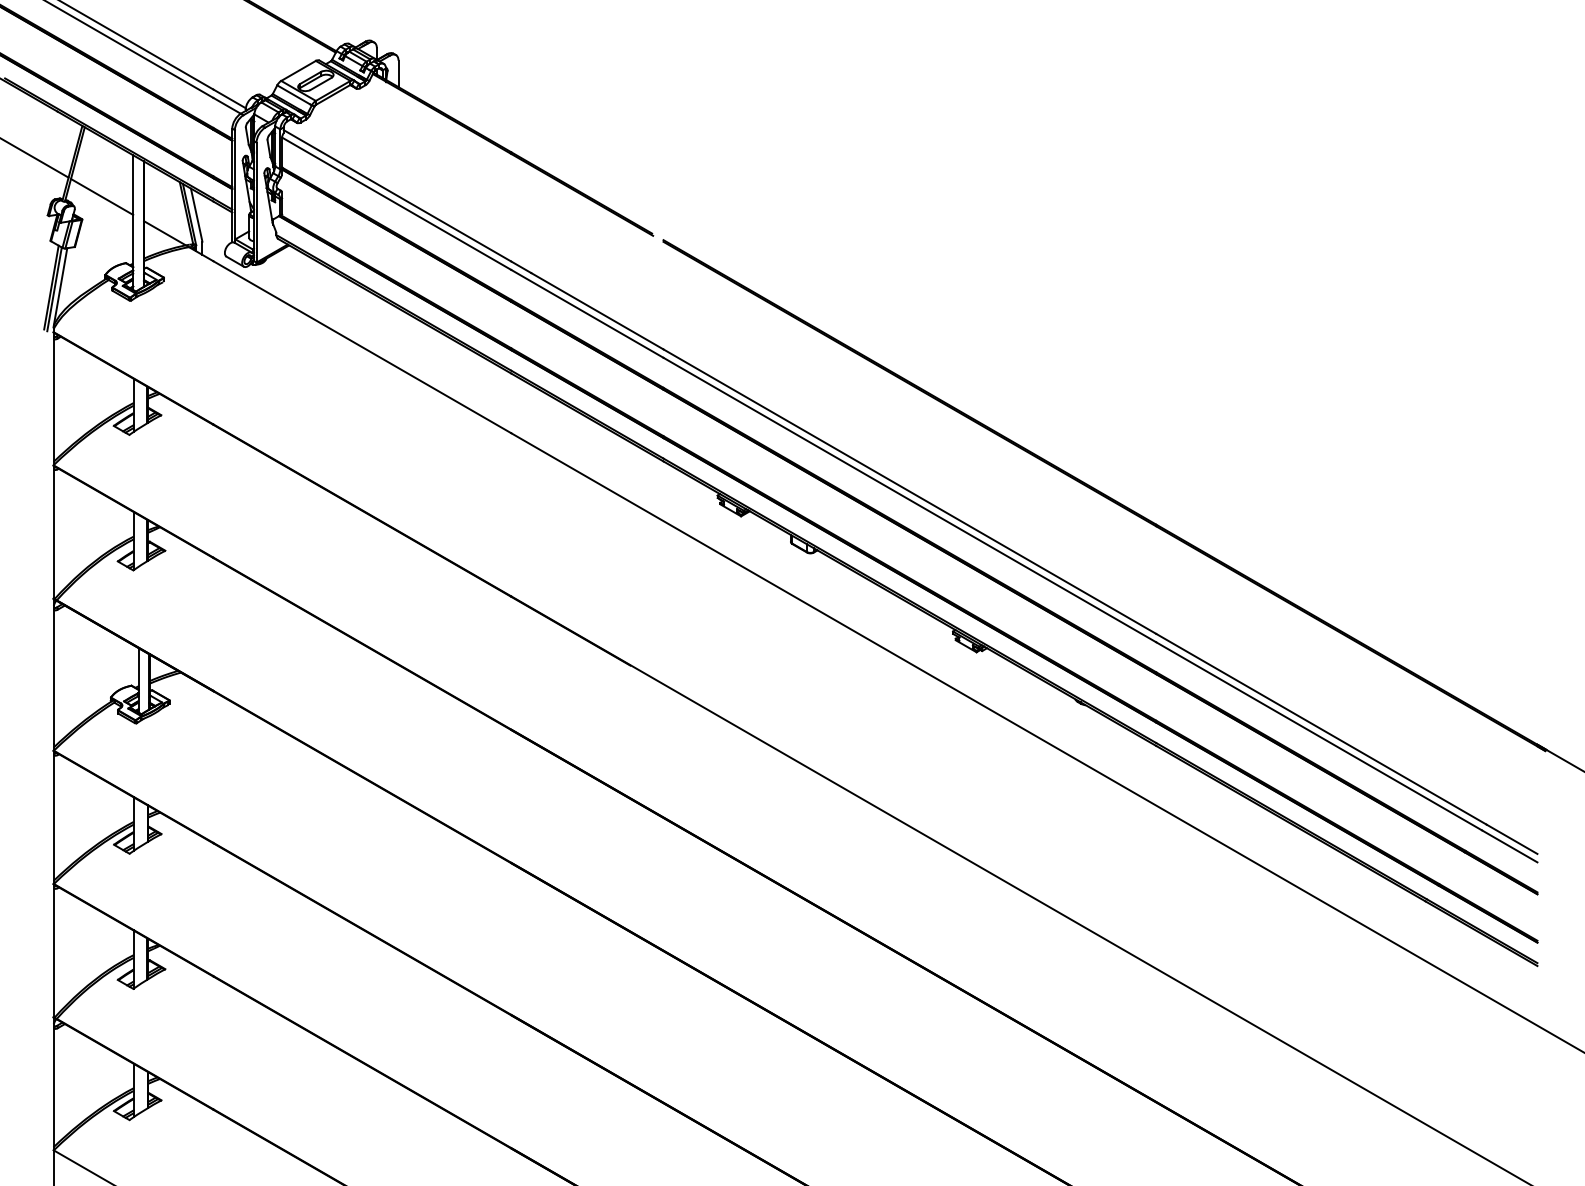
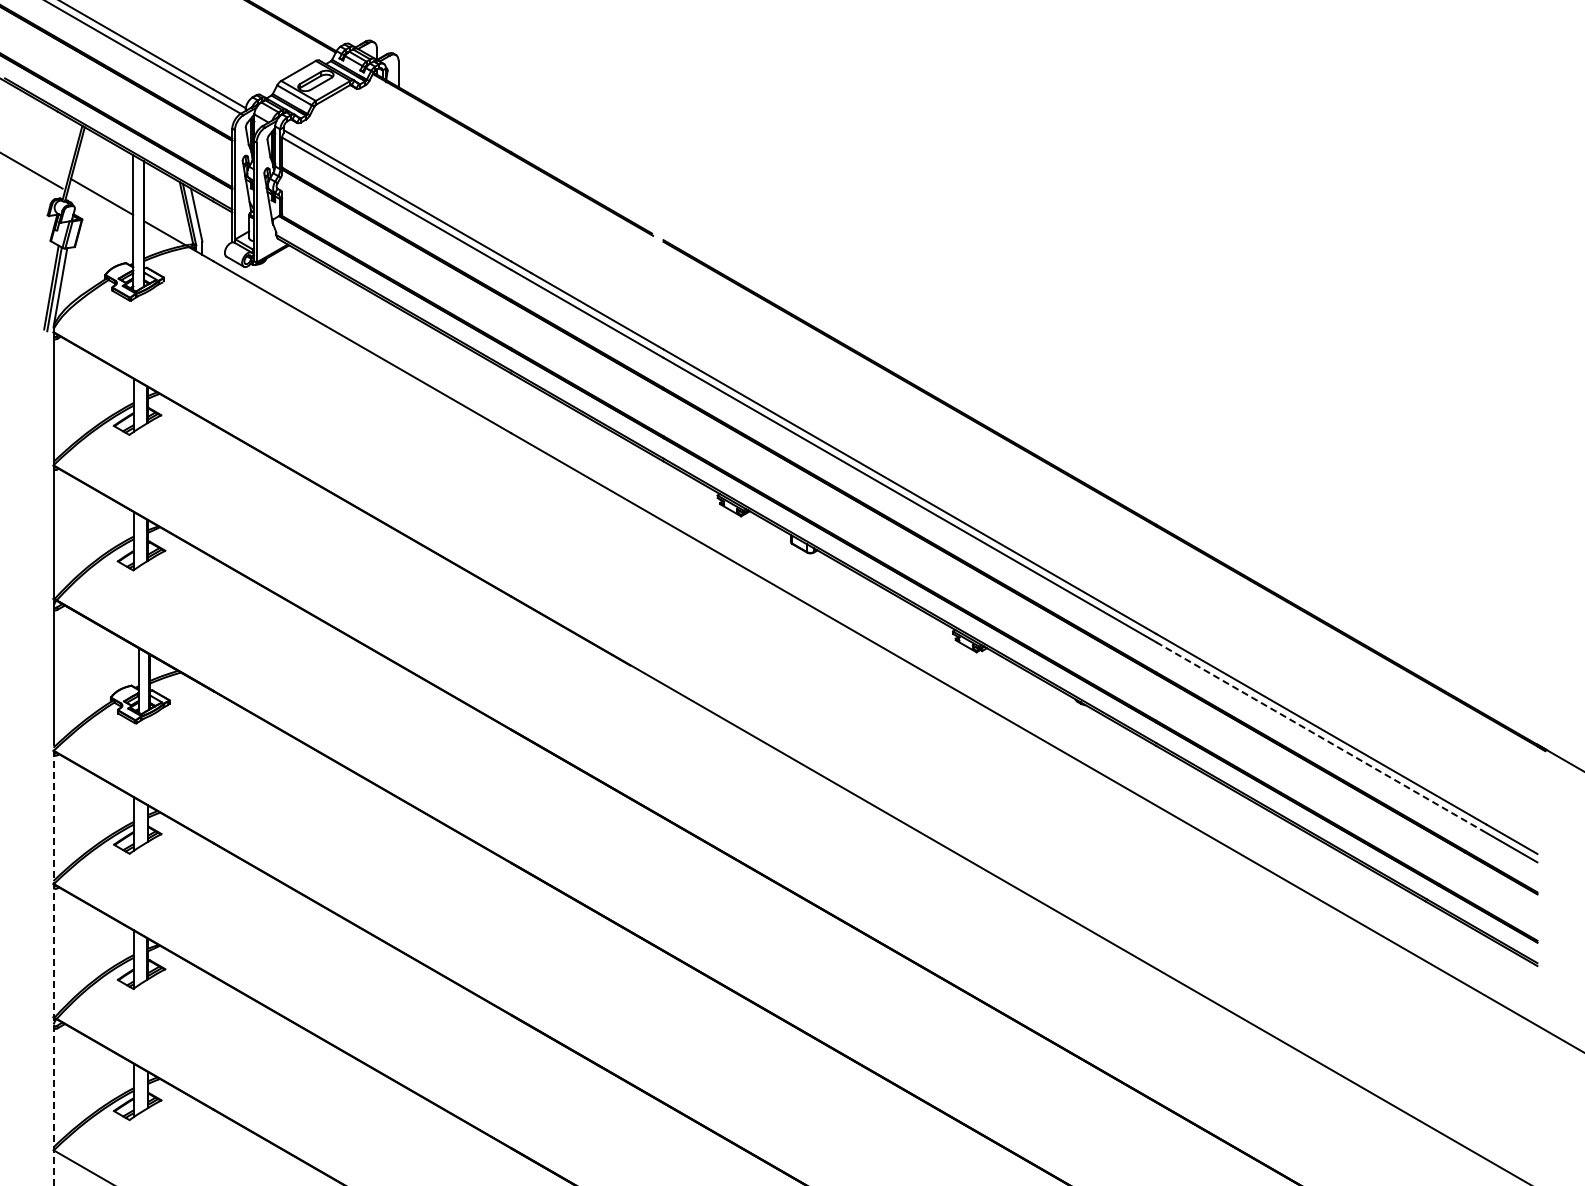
line at (35, 158) position: (35, 158) -> (32, 170)
line at (1319, 736): solid -> dashed
line at (53, 964): solid -> dashed
